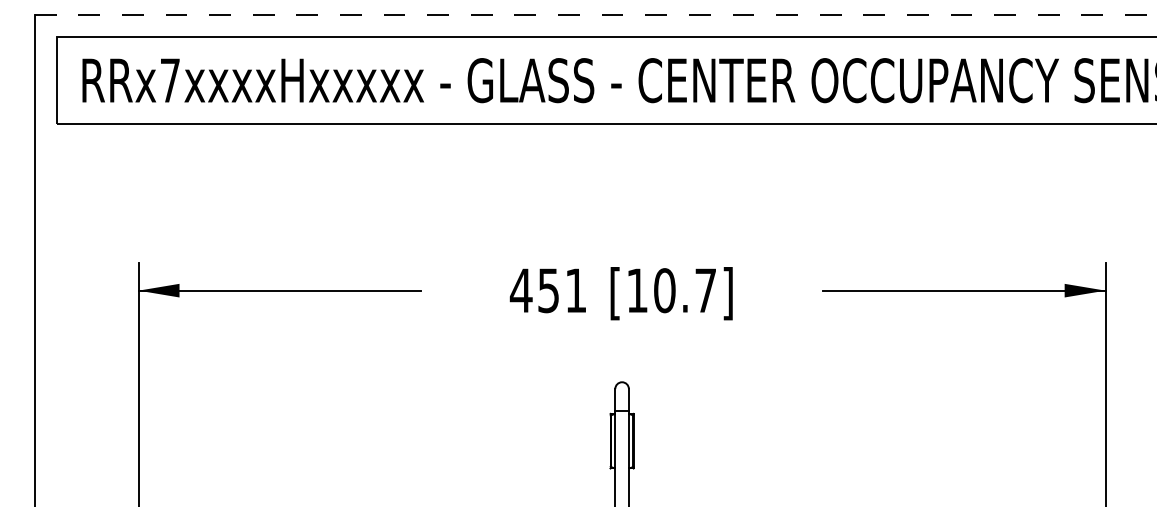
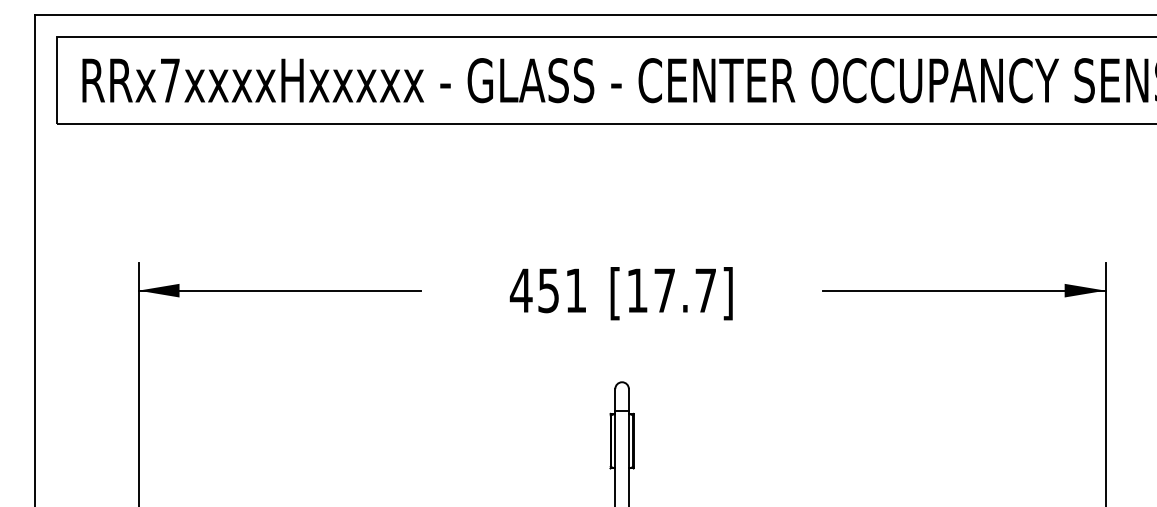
line at (595, 15): dashed -> solid
text at (664, 290): [10.7] -> [17.7]
